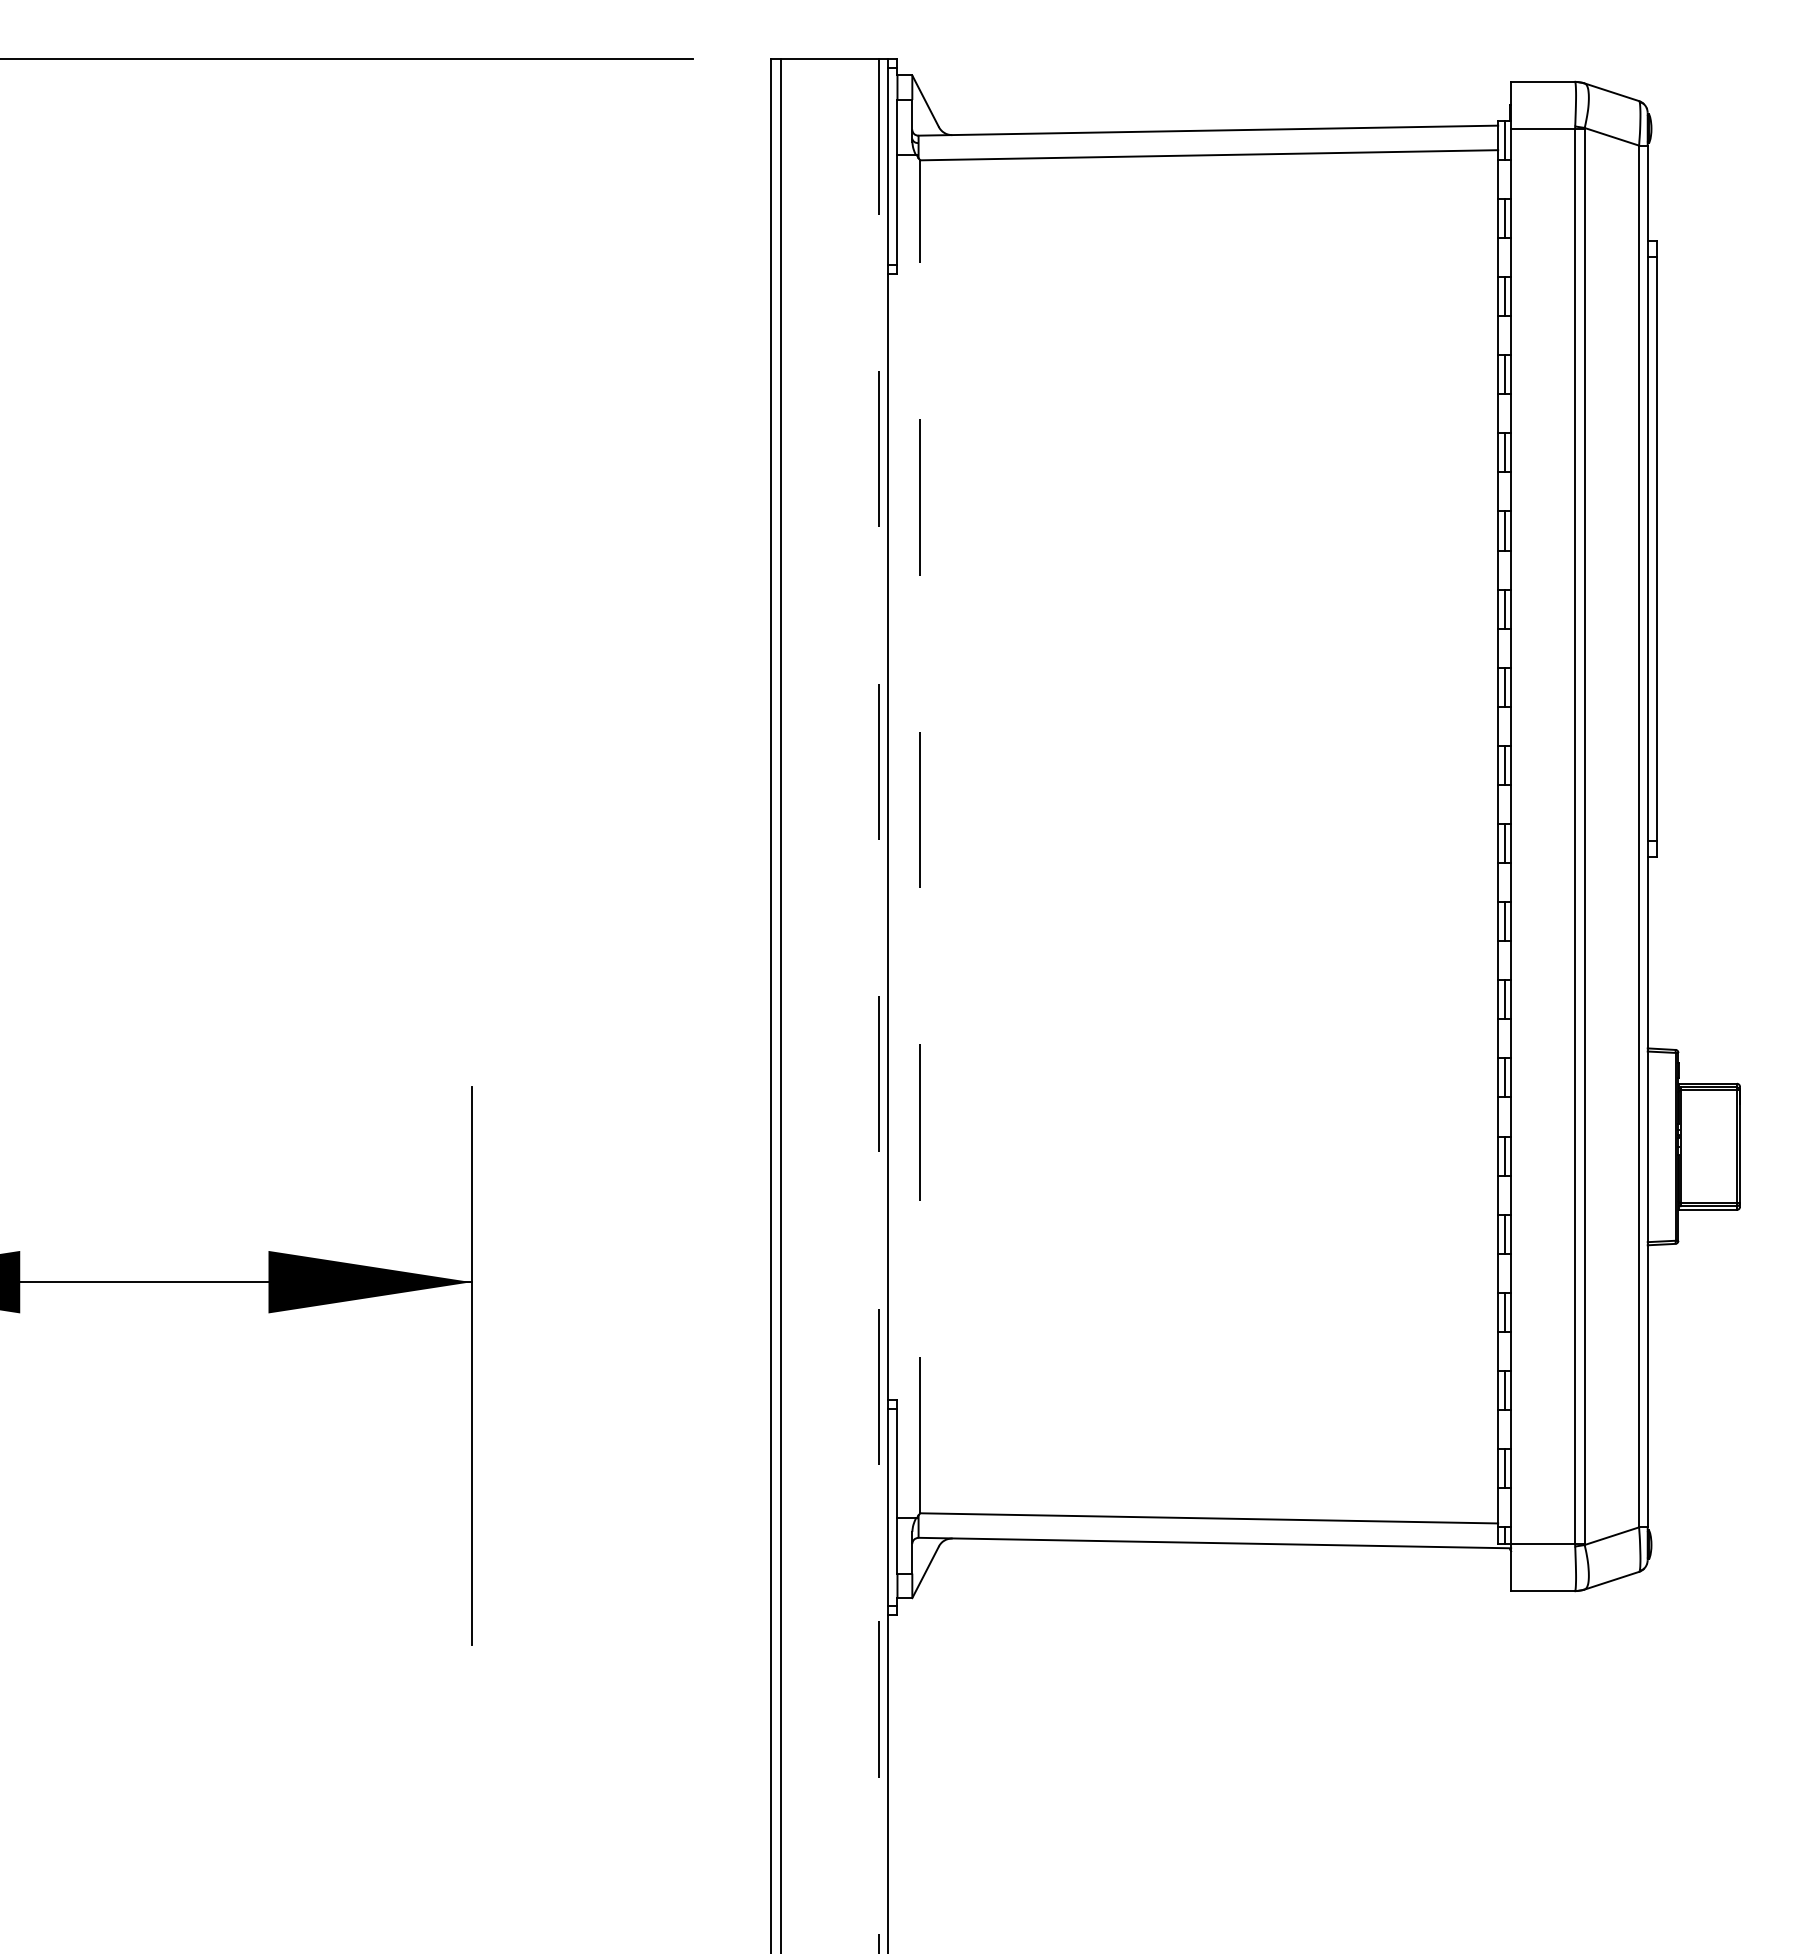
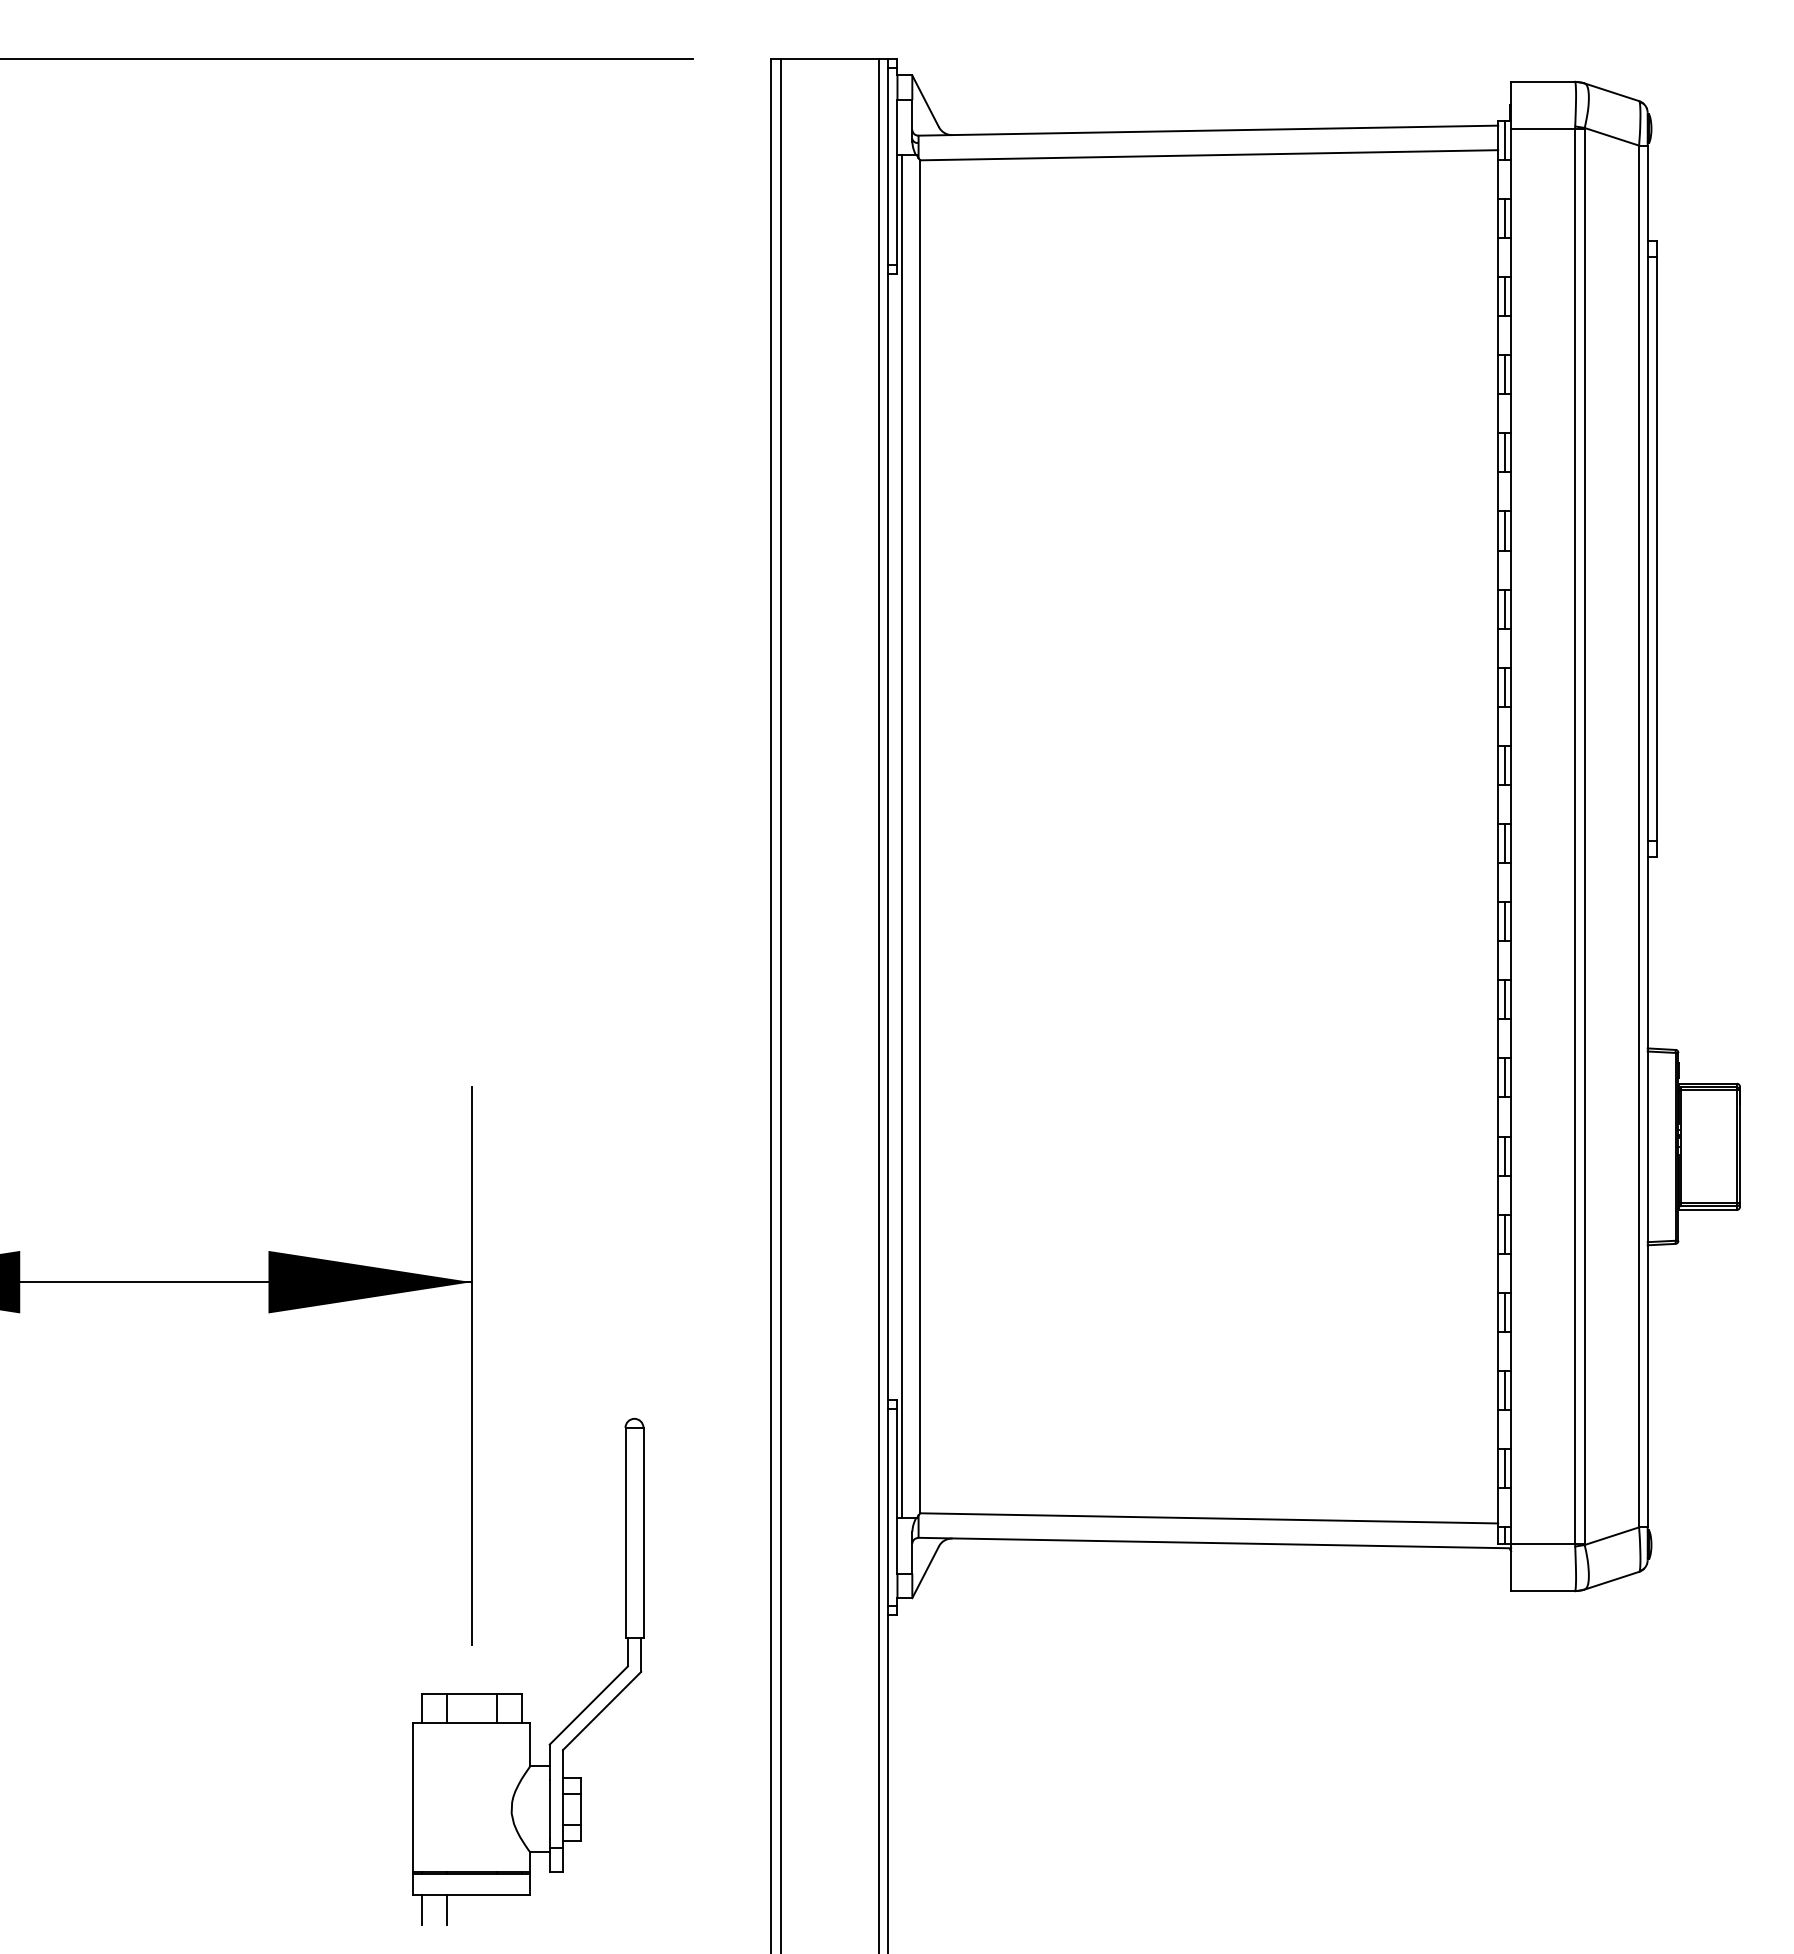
line at (902, 836): none -> present
line at (920, 836): dashed -> solid
line at (878, 1006): dashed -> solid
part at (522, 1693): none -> present
